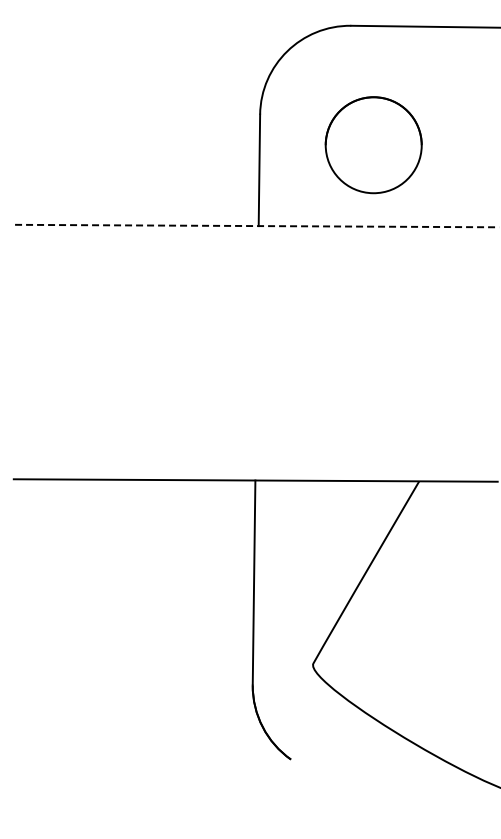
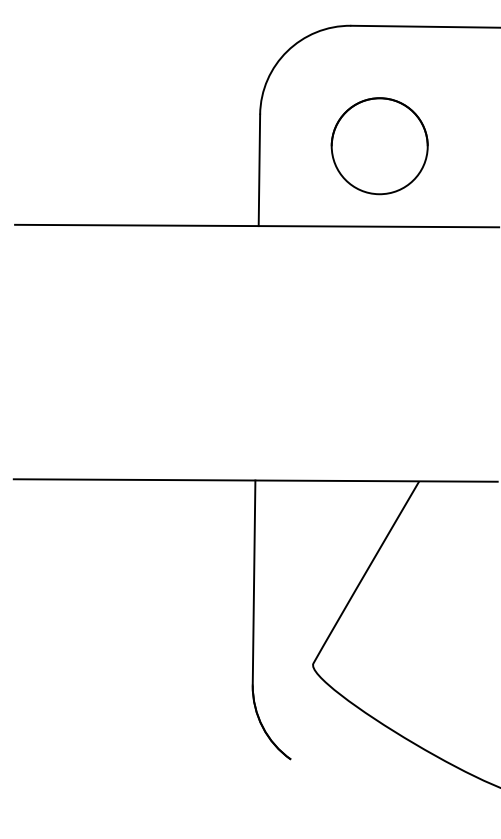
part at (373, 145) position: (373, 145) -> (379, 146)
line at (257, 226): dashed -> solid
